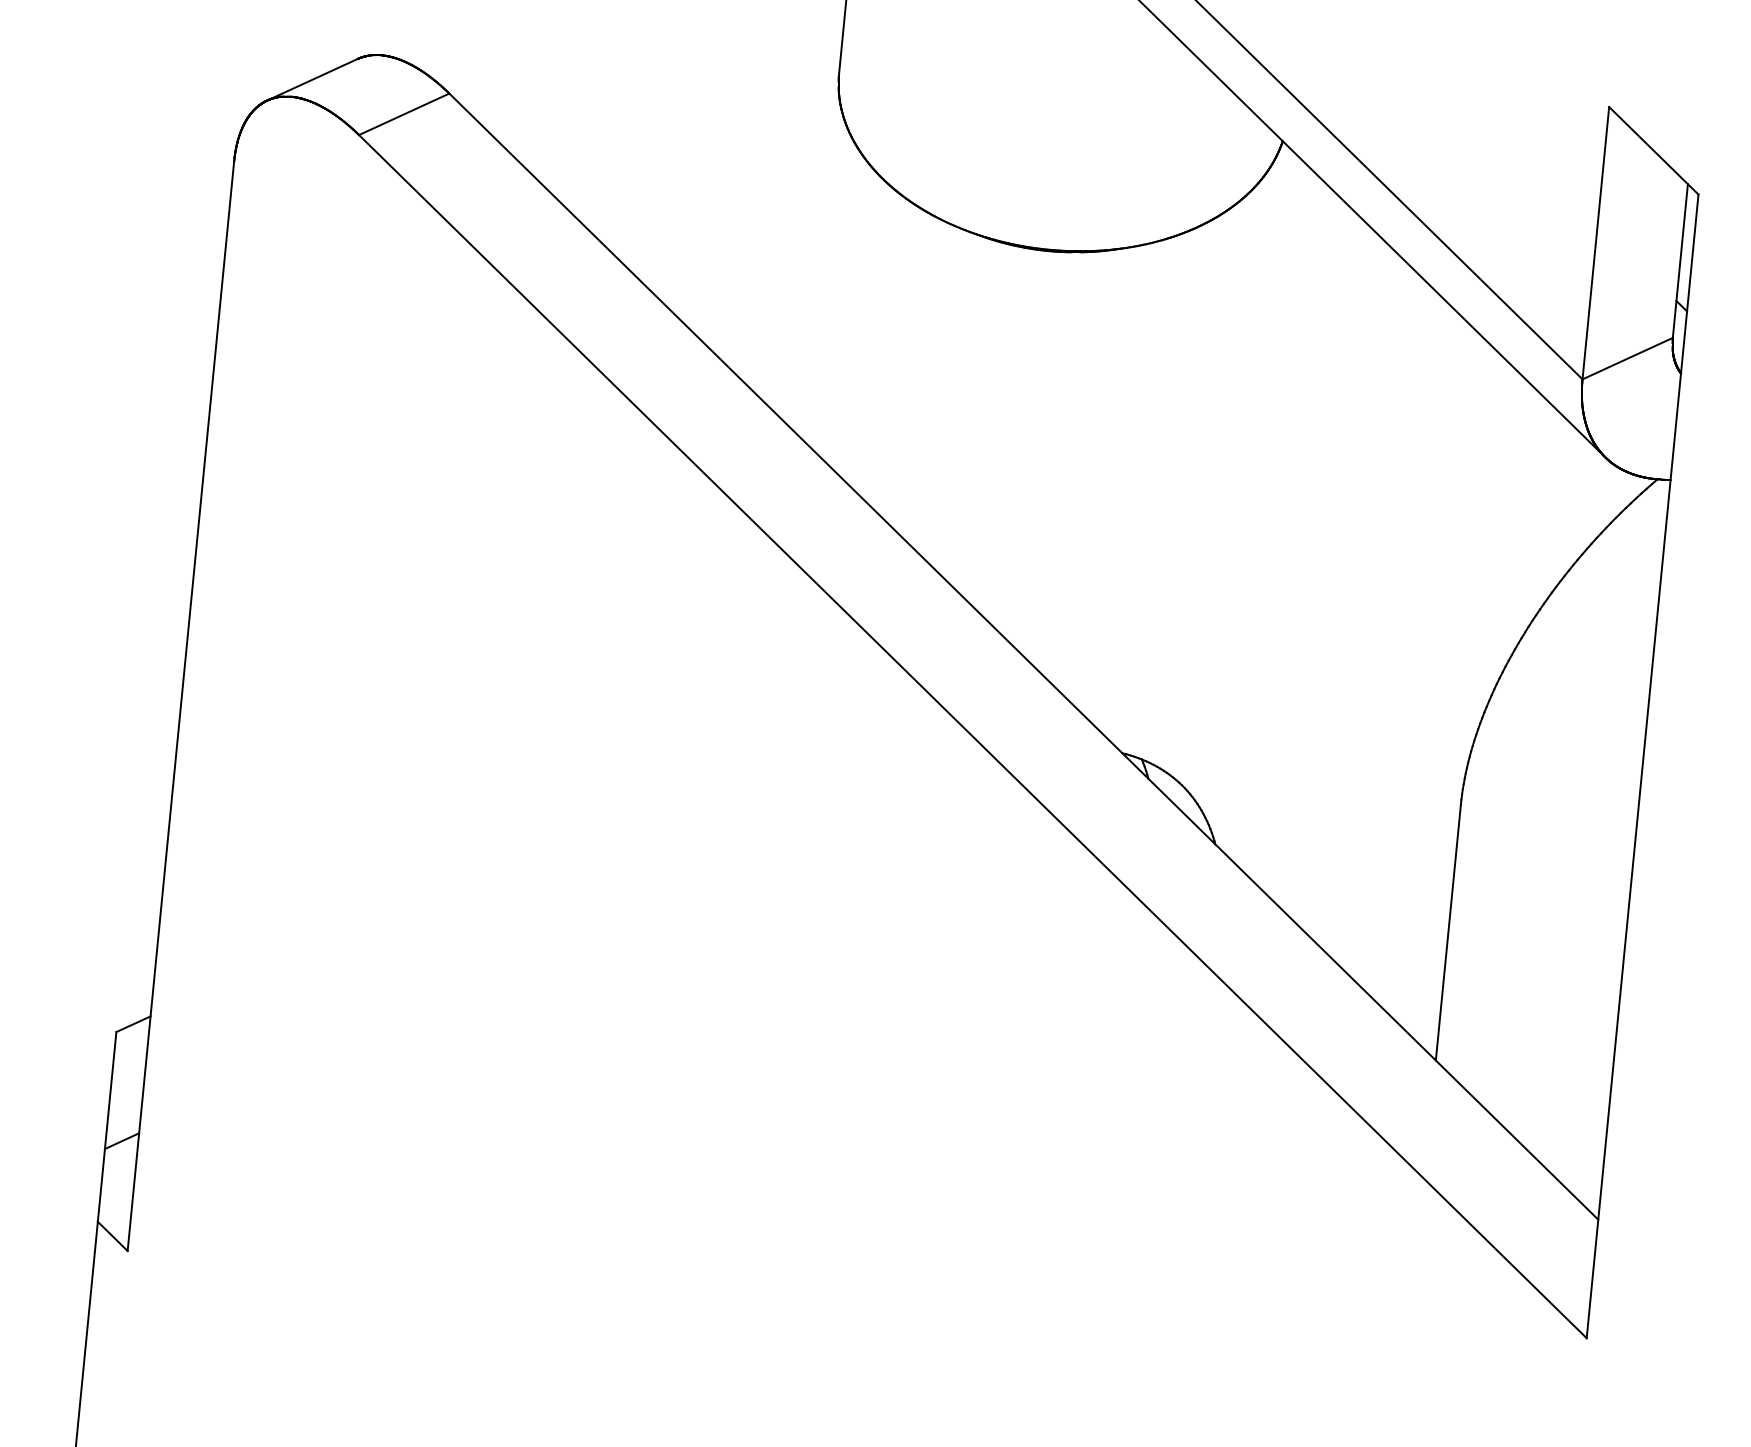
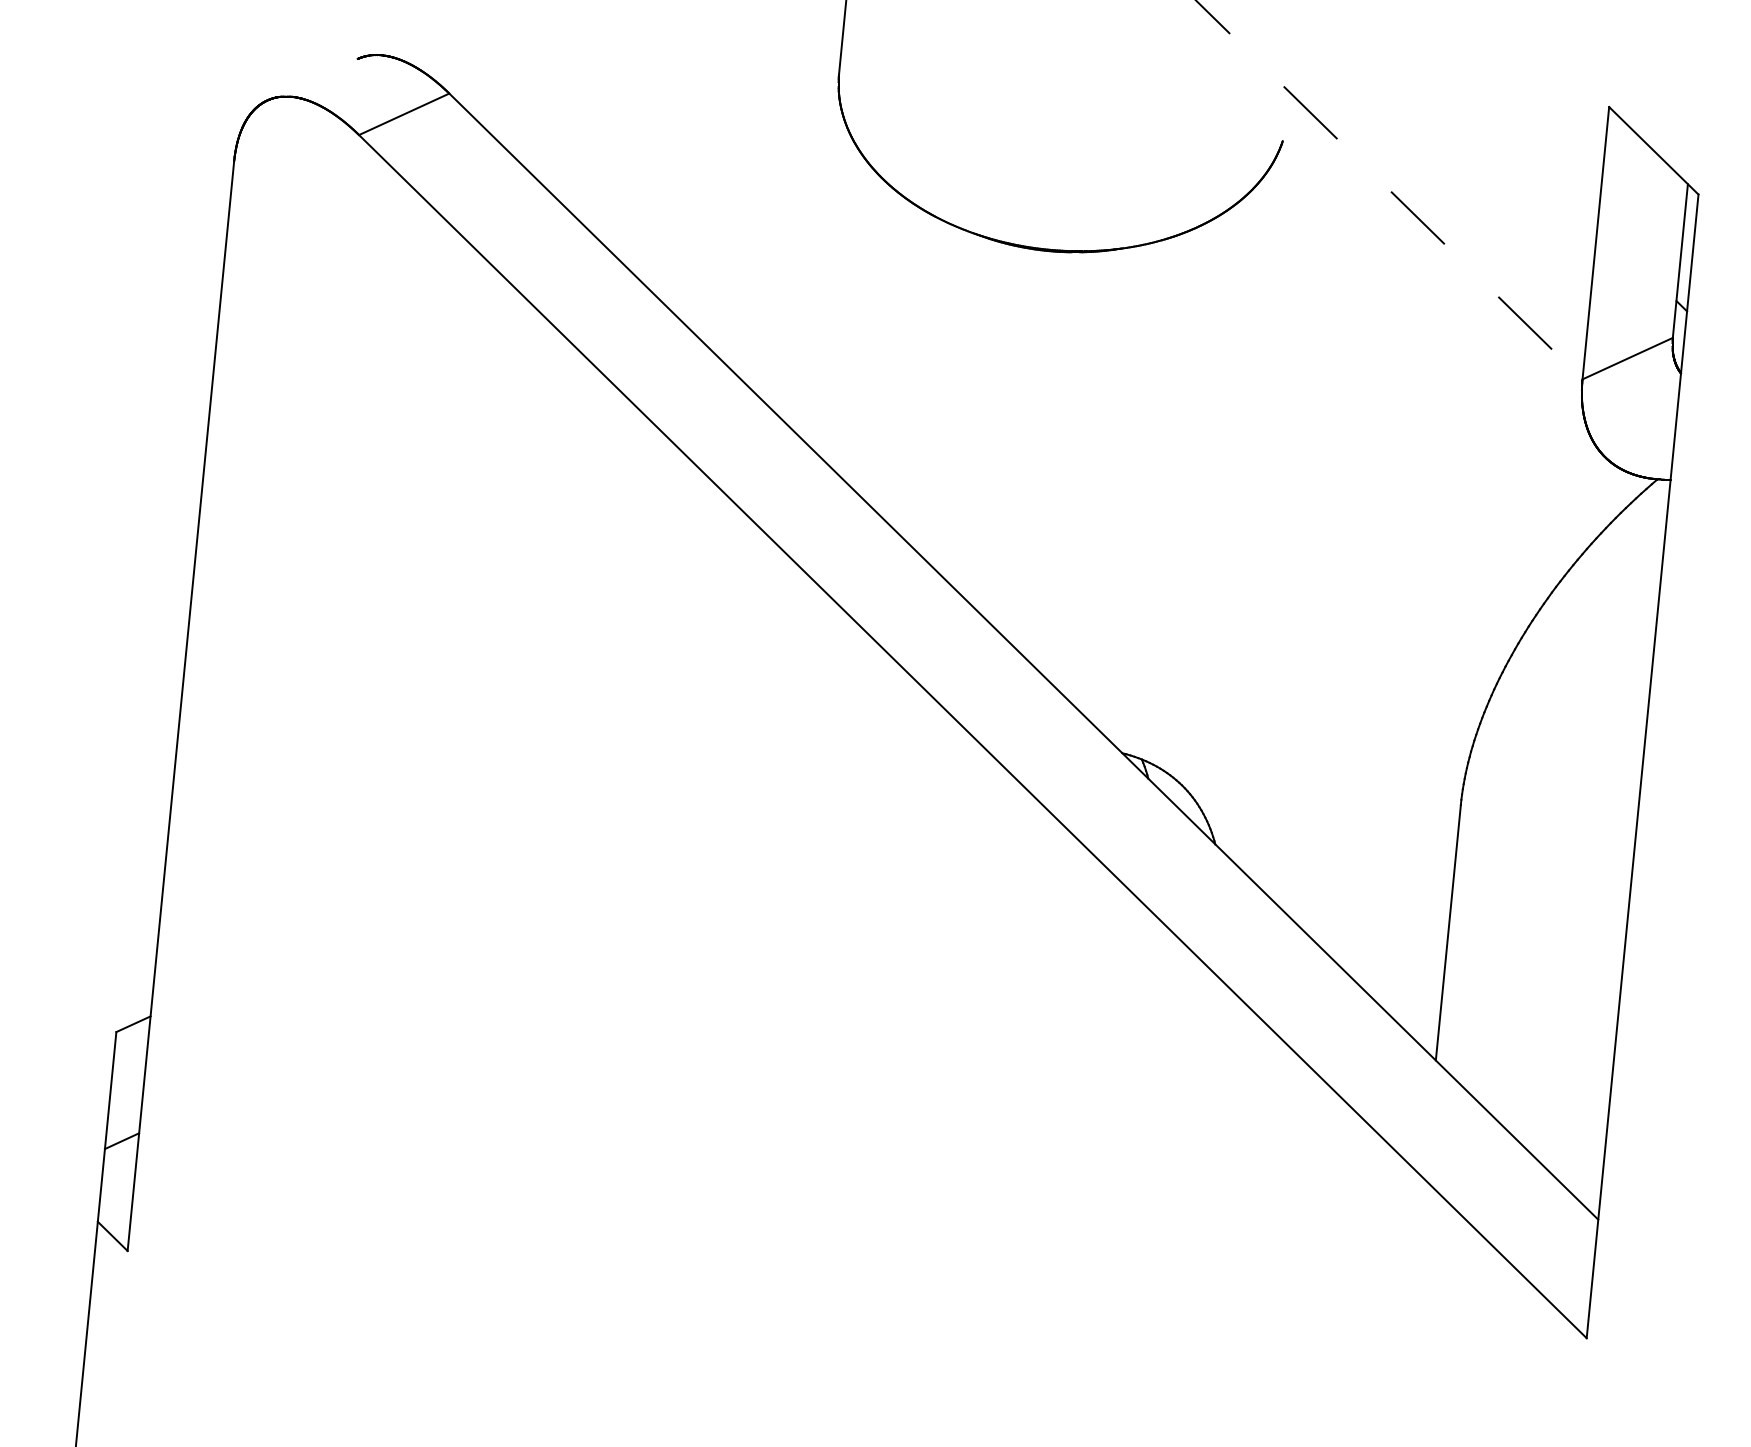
line at (312, 79): present -> none
line at (1389, 189): solid -> dashed
line at (1373, 229): present -> none
